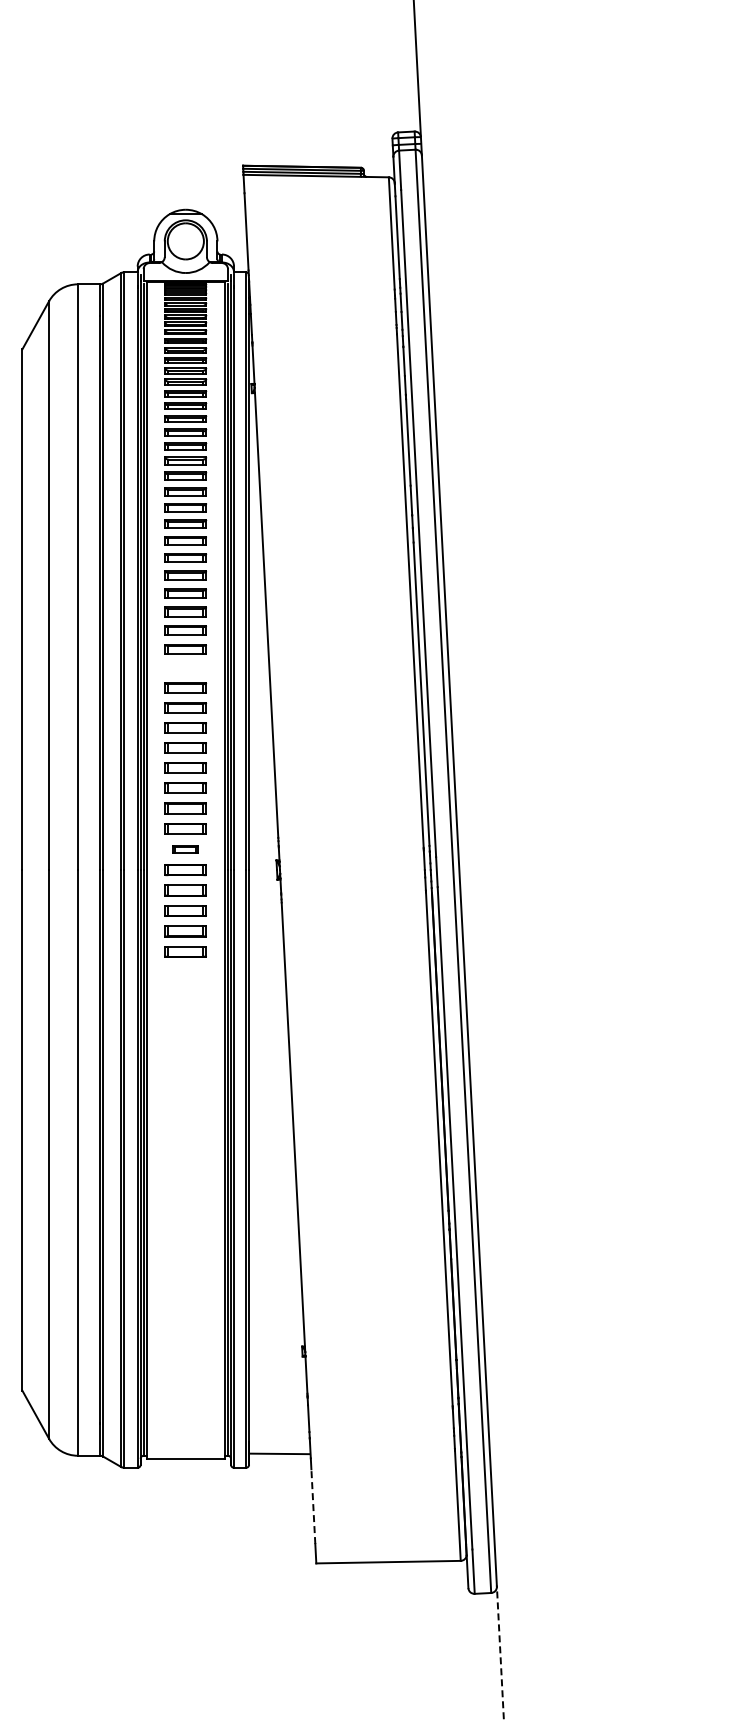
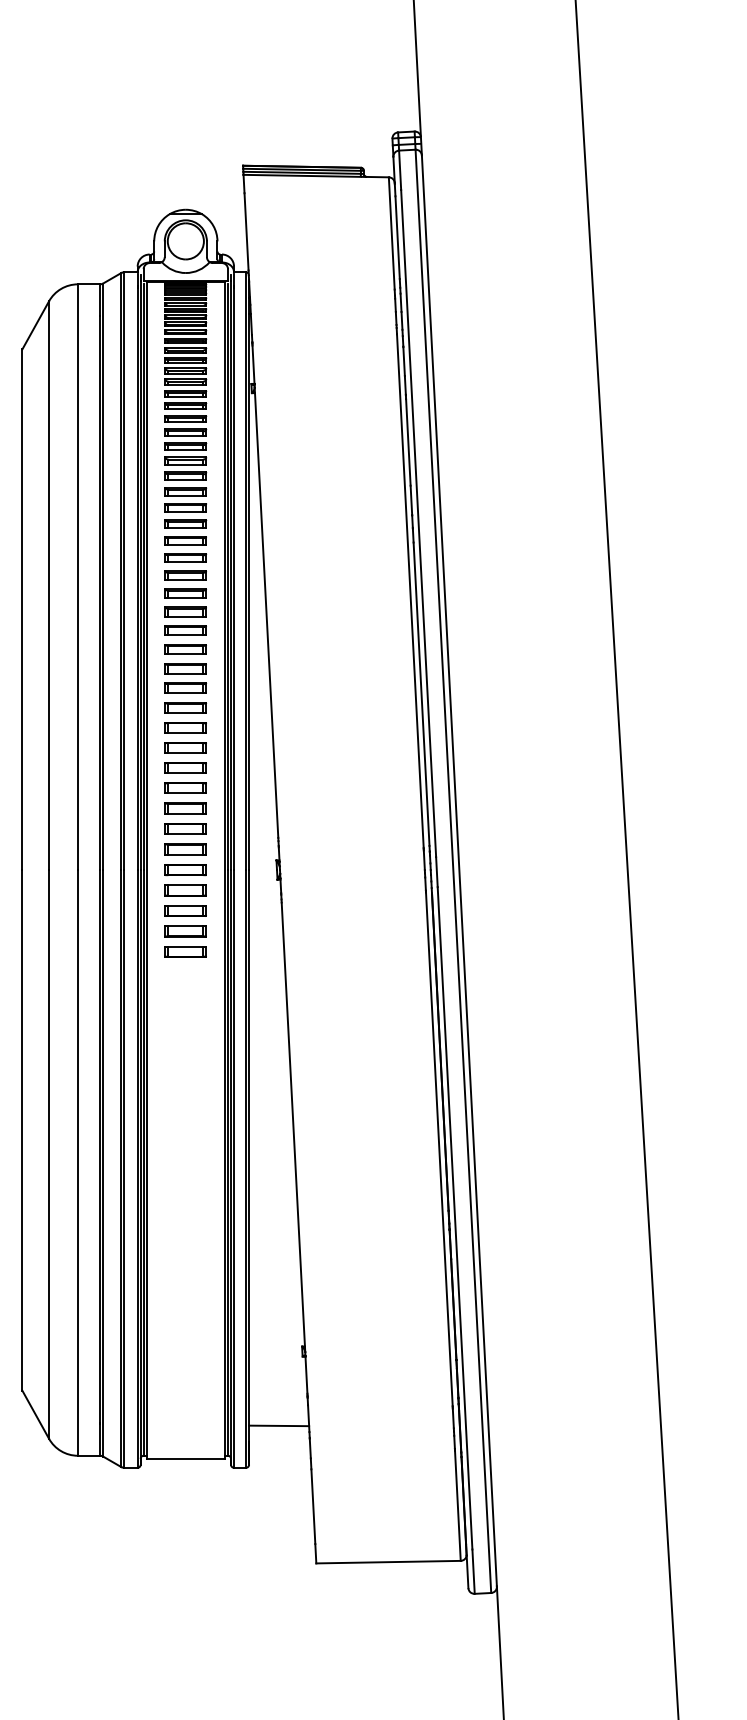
part at (185, 668): none -> present
part at (185, 849) size: 27x9 px -> 43x13 px
line at (626, 859): none -> present
line at (279, 1453) position: (279, 1453) -> (279, 1425)
line at (313, 1506): dashed -> solid
line at (500, 1652): dashed -> solid
